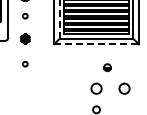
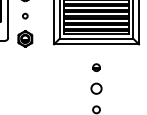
line at (59, 19): dashed -> solid
part at (25, 38) size: 11x12 px -> 17x18 px
line at (97, 44): dashed -> solid
circle at (25, 63): present -> none
part at (107, 67) position: (107, 67) -> (96, 67)
circle at (124, 88): present -> none
